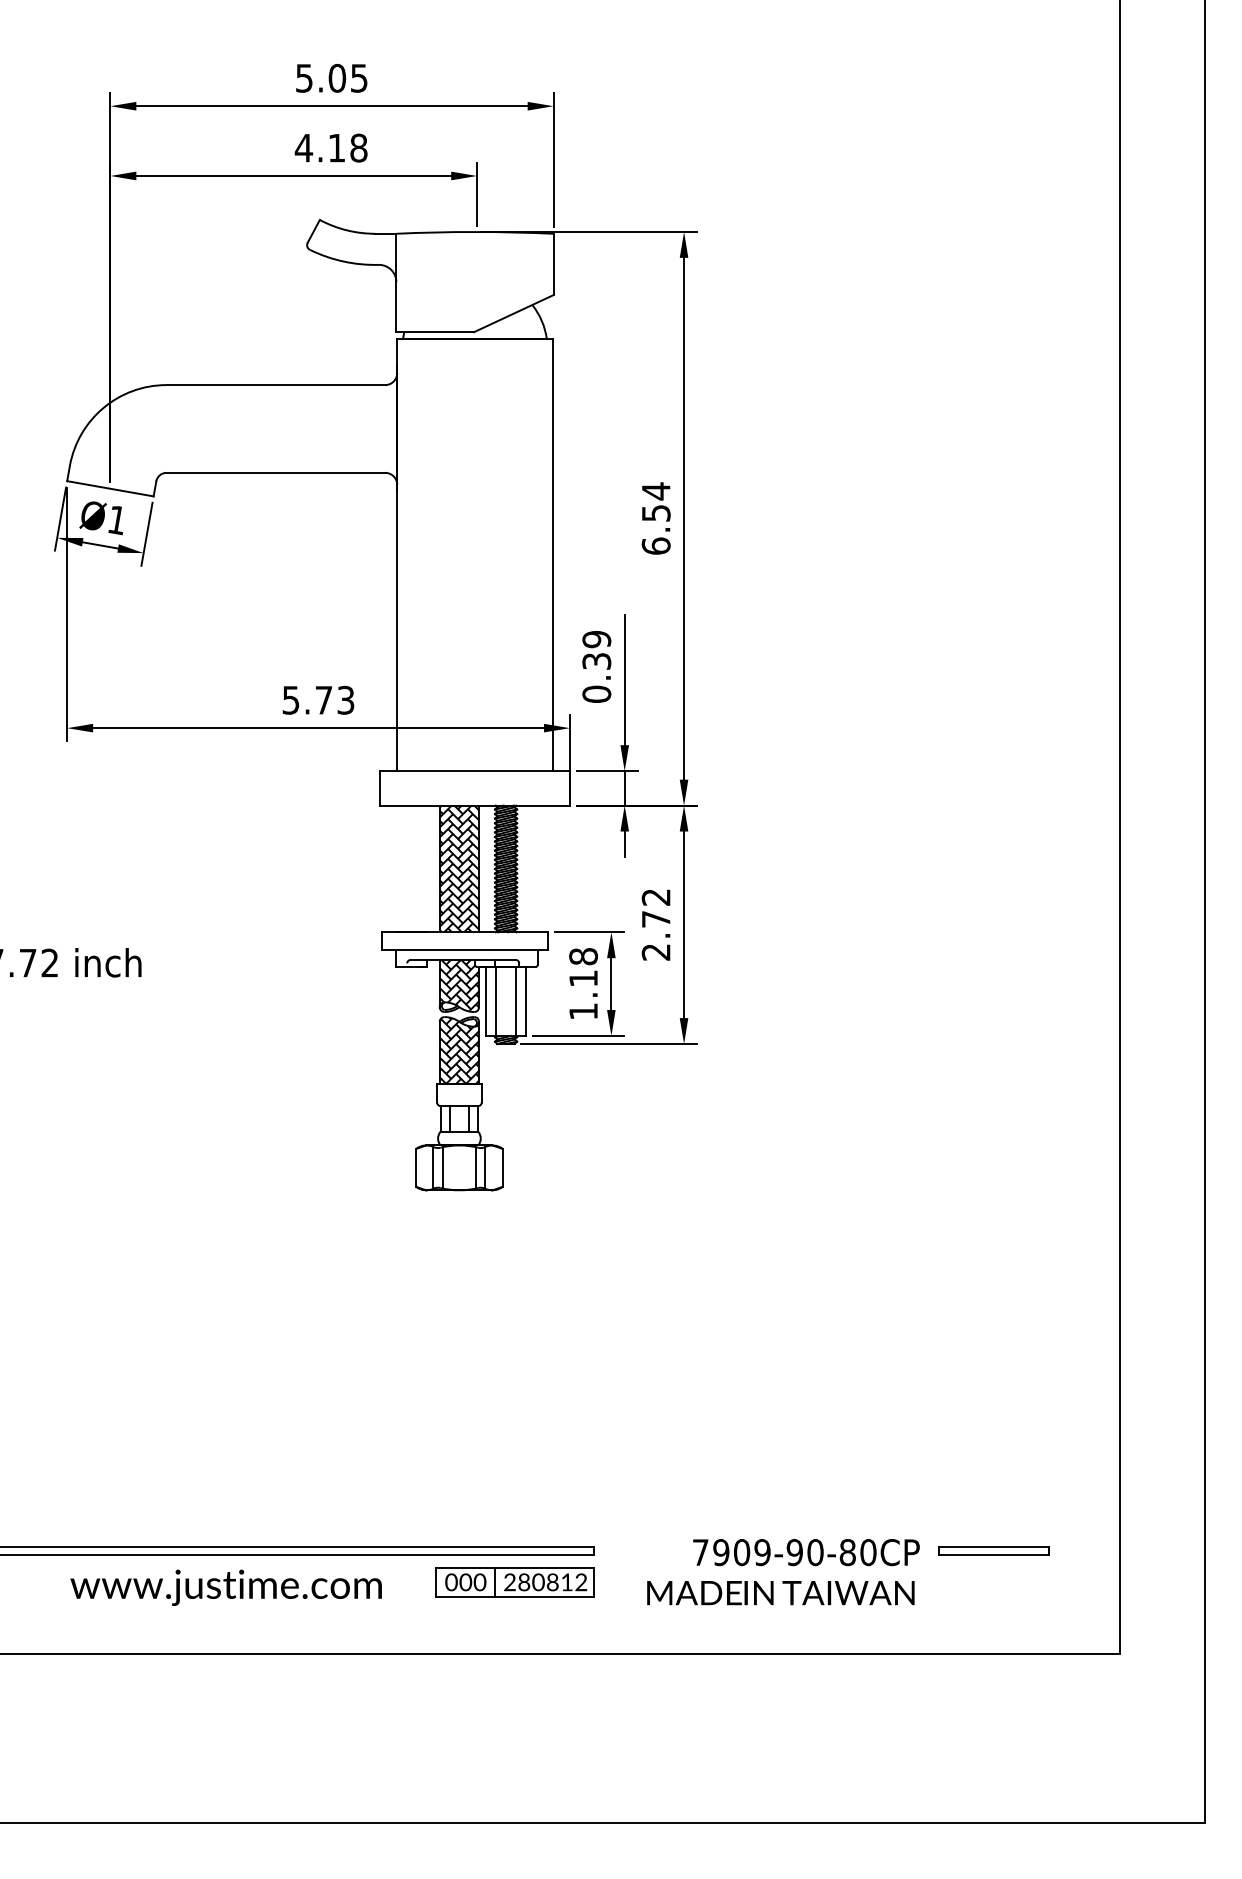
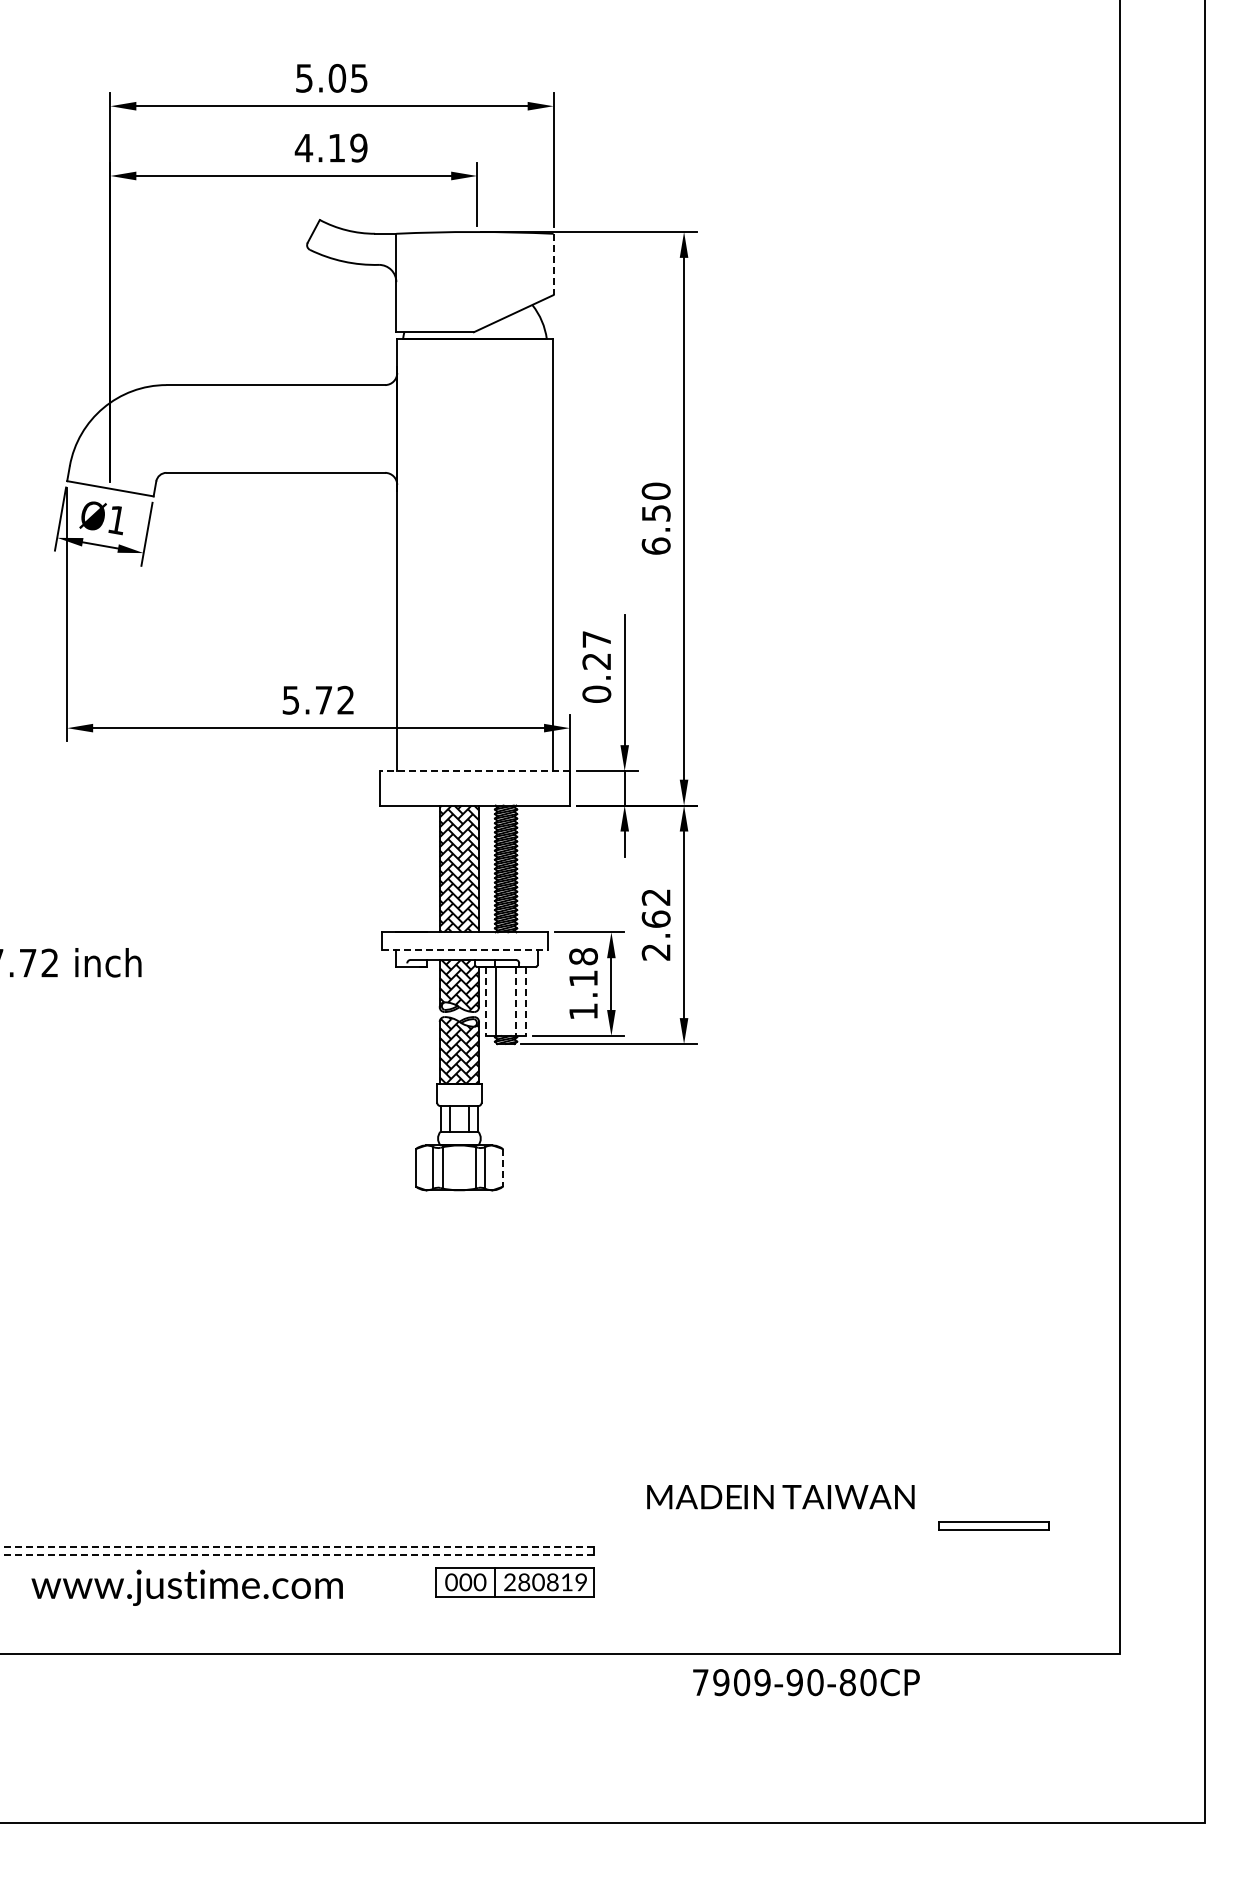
text at (358, 147): 4.18 -> 4.19
line at (553, 264): solid -> dashed
text at (655, 491): 6.54 -> 6.50
text at (596, 650): 0.39 -> 0.27
text at (345, 700): 5.73 -> 5.72
line at (474, 771): solid -> dashed
text at (655, 918): 2.72 -> 2.62
line at (465, 949): solid -> dashed
line at (486, 1001): solid -> dashed
line at (516, 1001): solid -> dashed
line at (526, 1001): solid -> dashed
line at (502, 1168): solid -> dashed
line at (297, 1546): solid -> dashed
part at (993, 1550) position: (993, 1550) -> (993, 1525)
text at (806, 1552) position: (806, 1552) -> (806, 1682)
line at (297, 1554): solid -> dashed
text at (581, 1583): 280812 -> 280819
text at (225, 1587) position: (225, 1587) -> (186, 1587)
text at (780, 1593) position: (780, 1593) -> (780, 1497)
